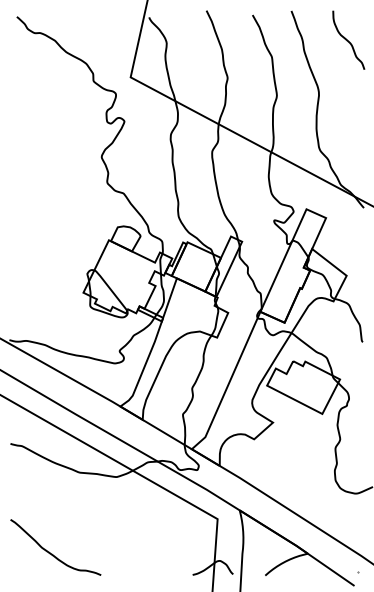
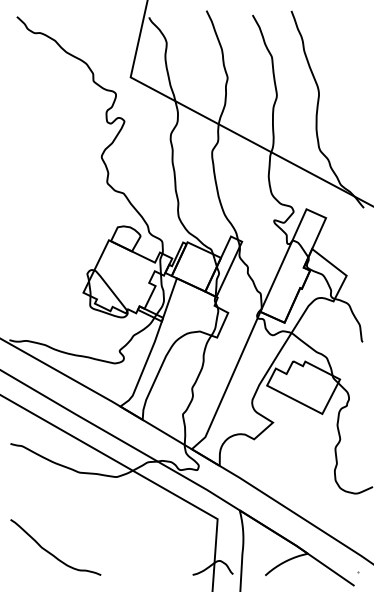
curve at (347, 39): present -> none
